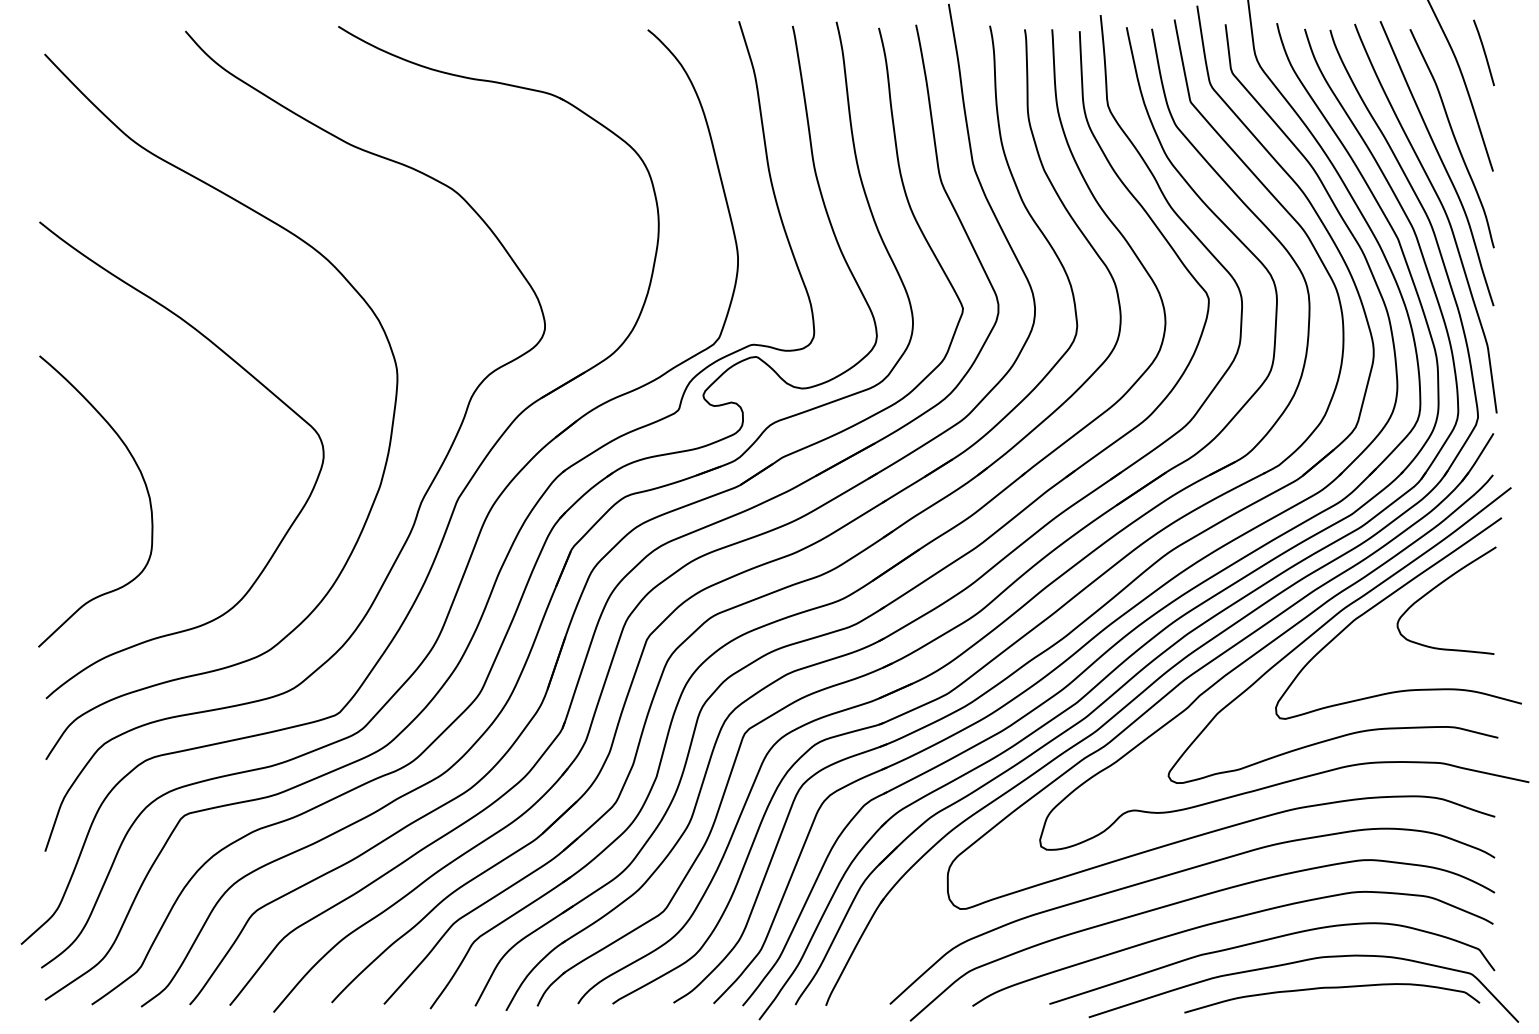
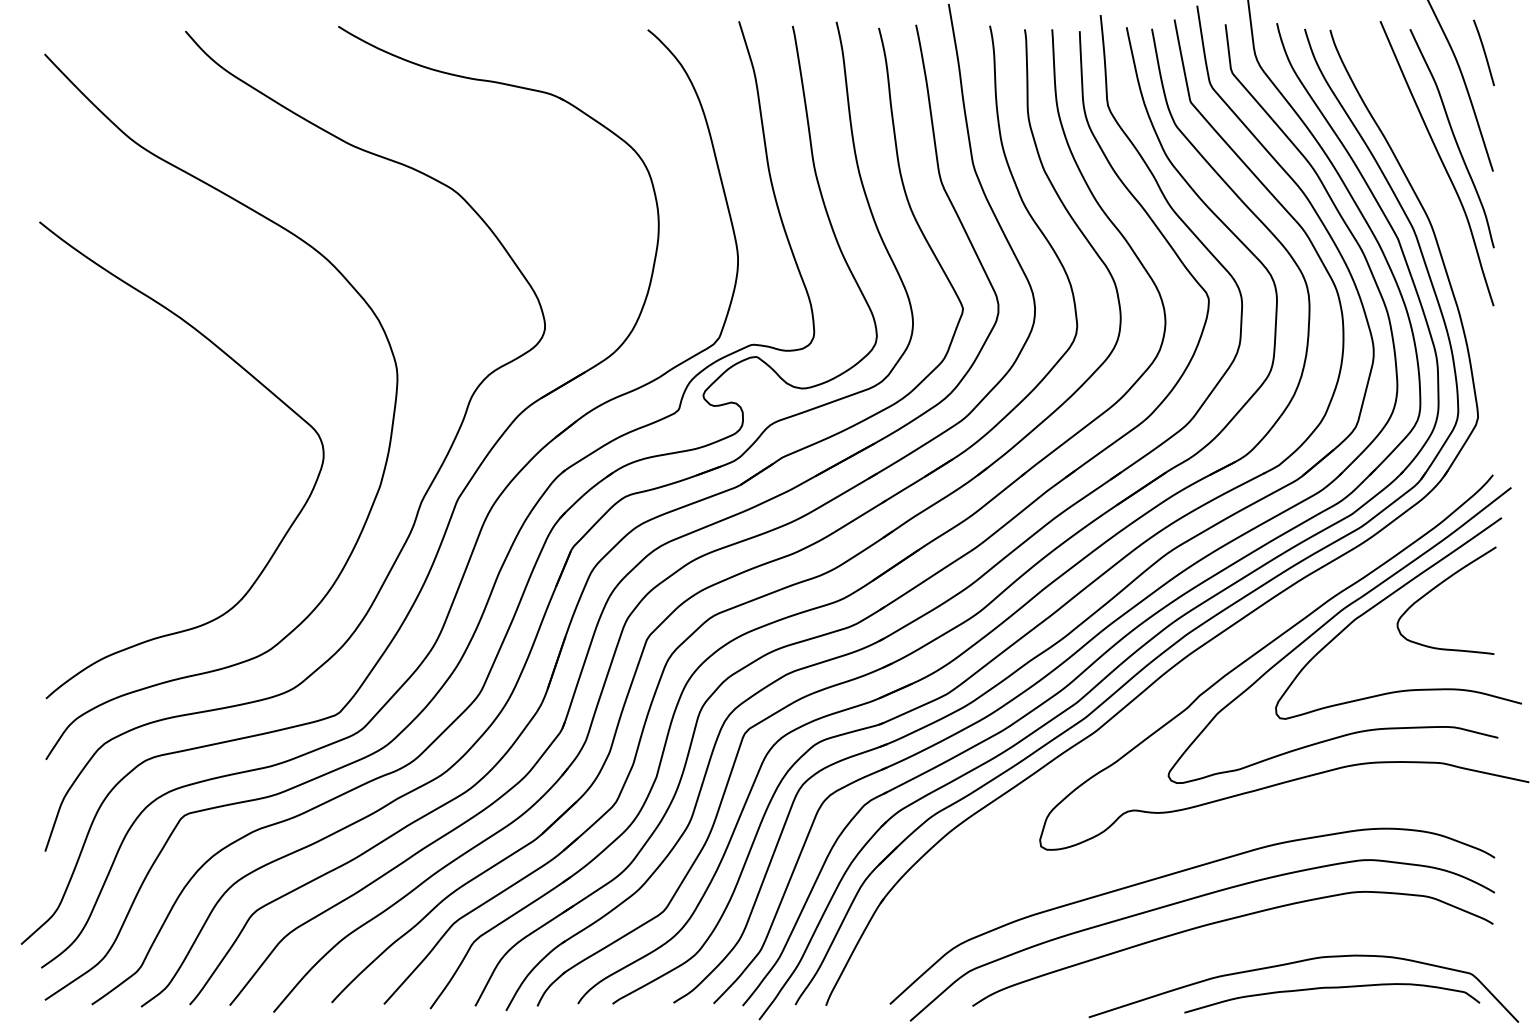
curve at (1444, 213): present -> none
curve at (144, 484): present -> none
part at (1213, 661): present -> none
curve at (1265, 941): present -> none
